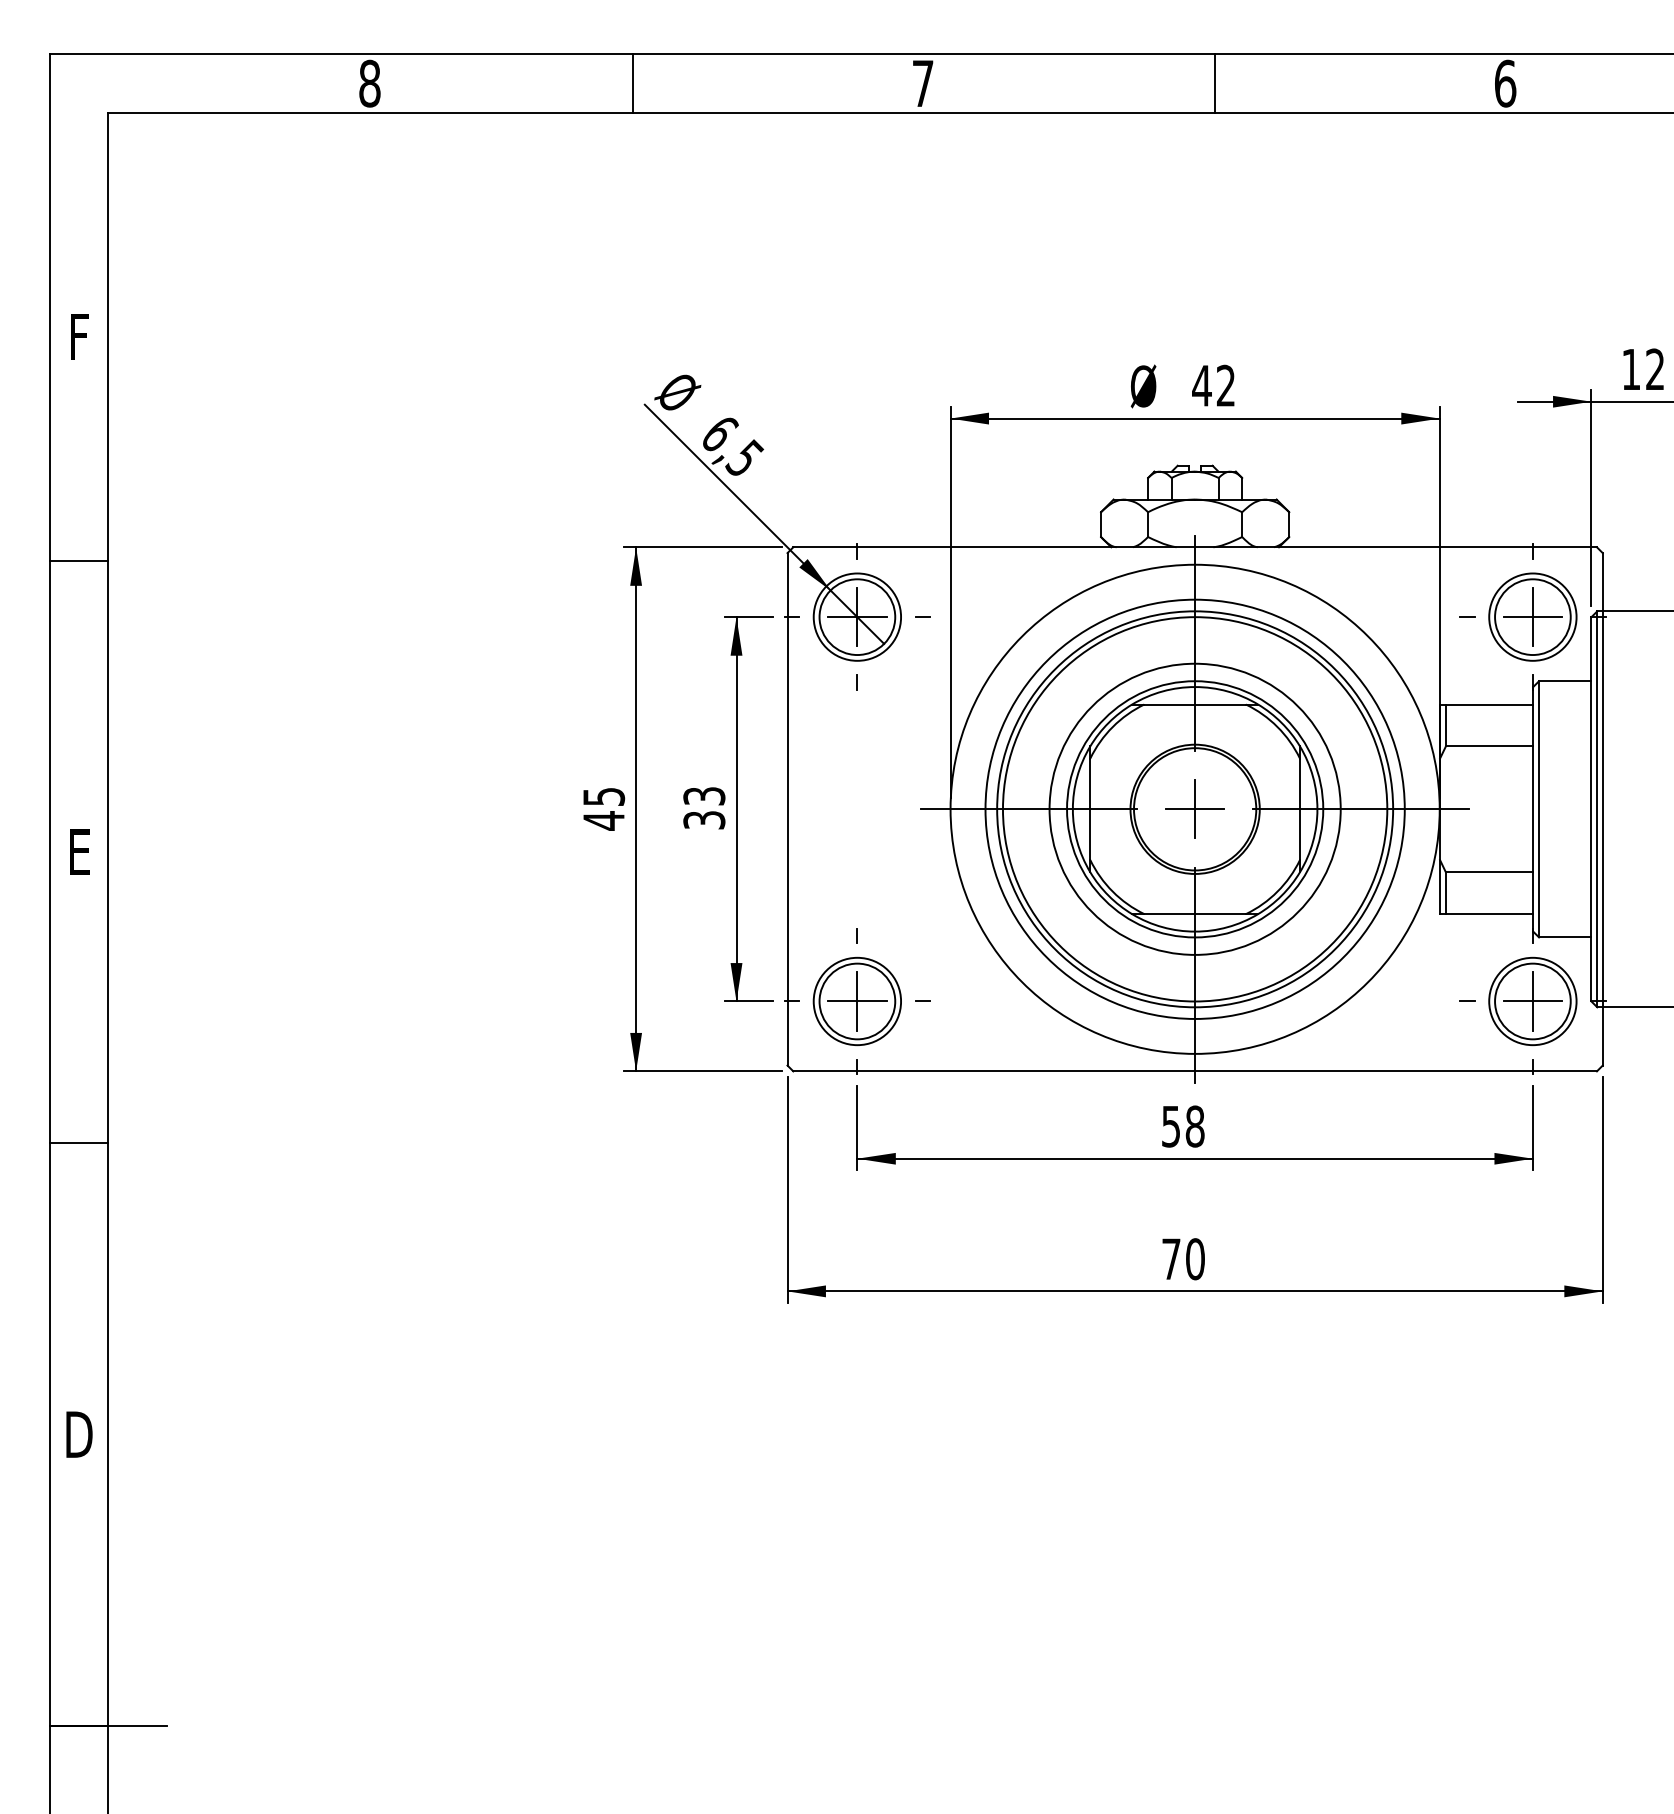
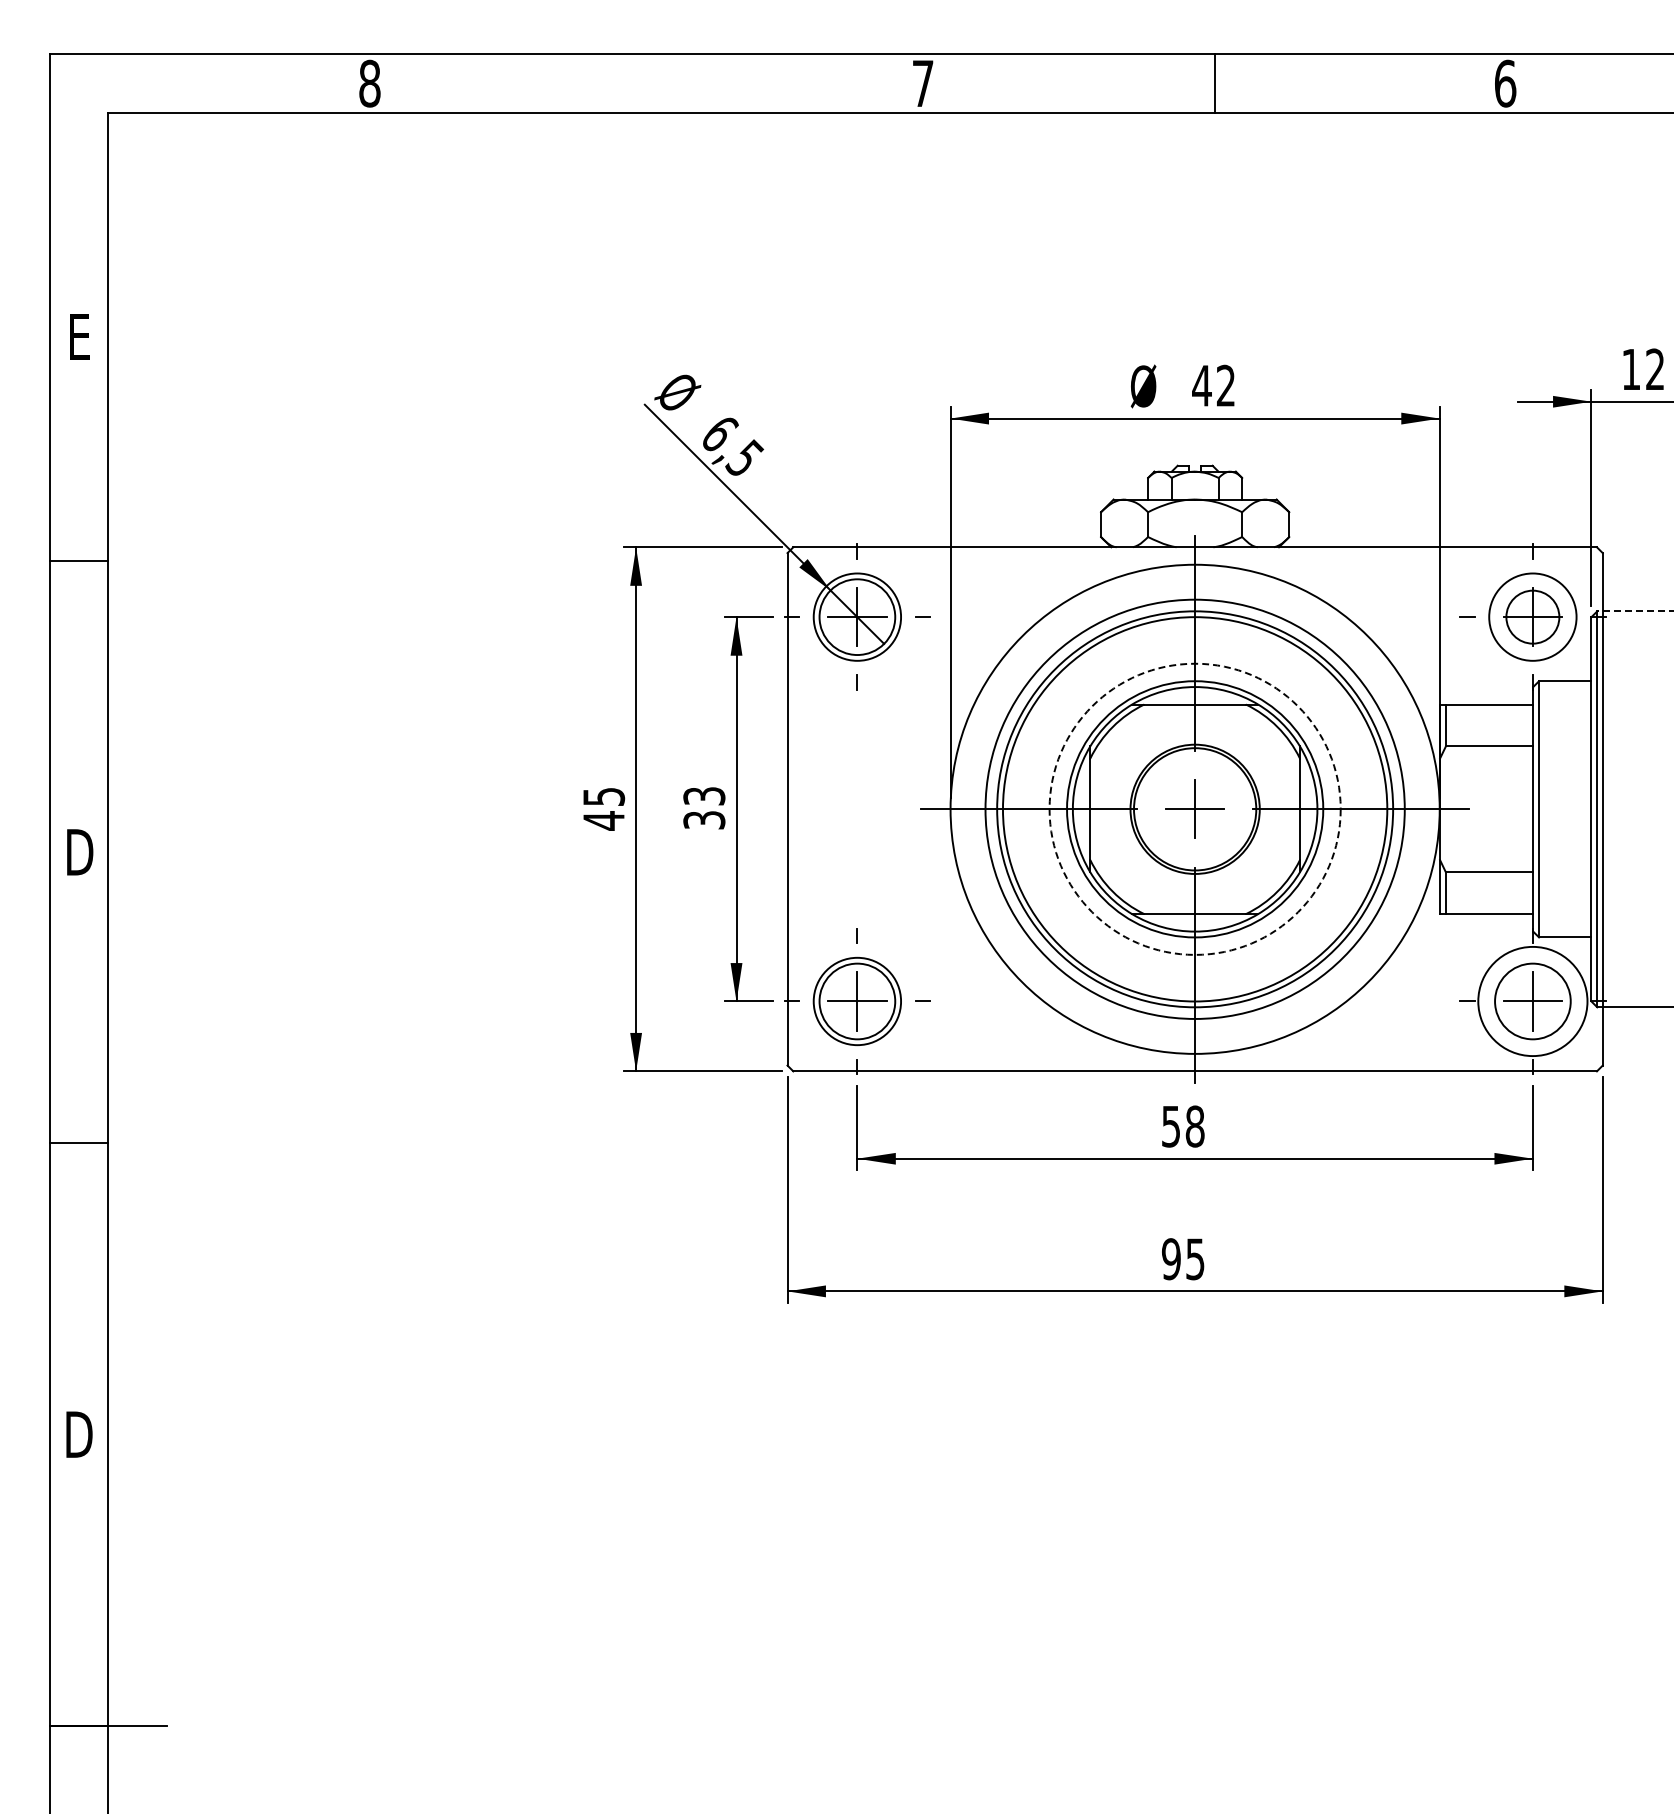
line at (632, 83): present -> none
text at (79, 336): F -> E
line at (1635, 611): solid -> dashed
circle at (1532, 617) diameter: 76 px -> 53 px
circle at (1194, 808): solid -> dashed
text at (80, 852): E -> D
circle at (1532, 1001) diameter: 87 px -> 109 px
text at (1183, 1259): 70 -> 95
